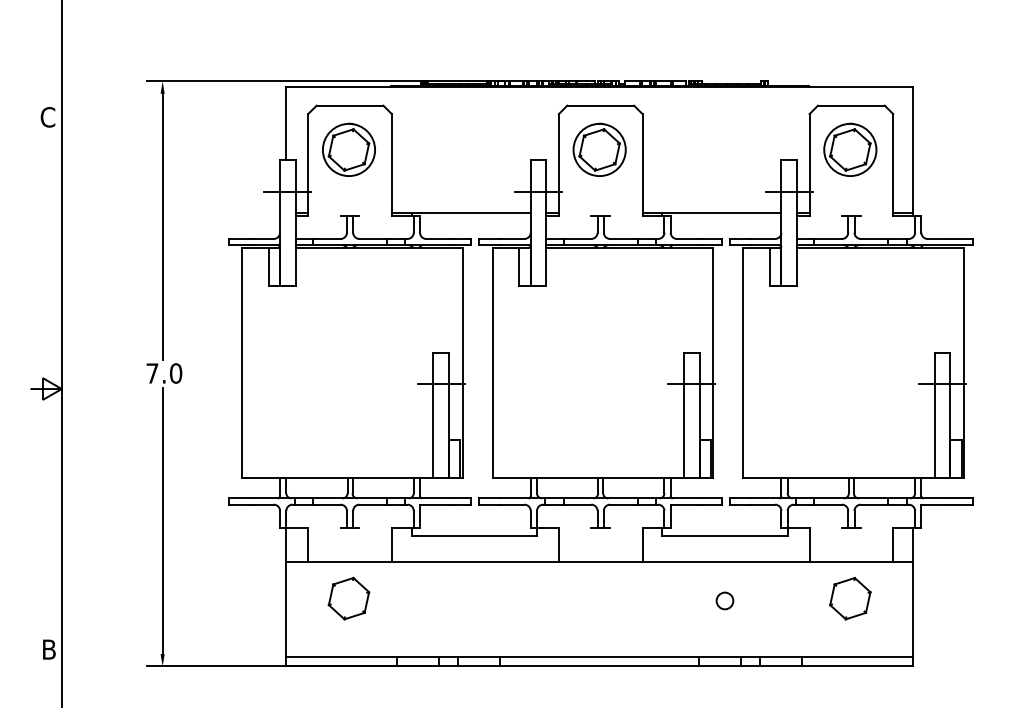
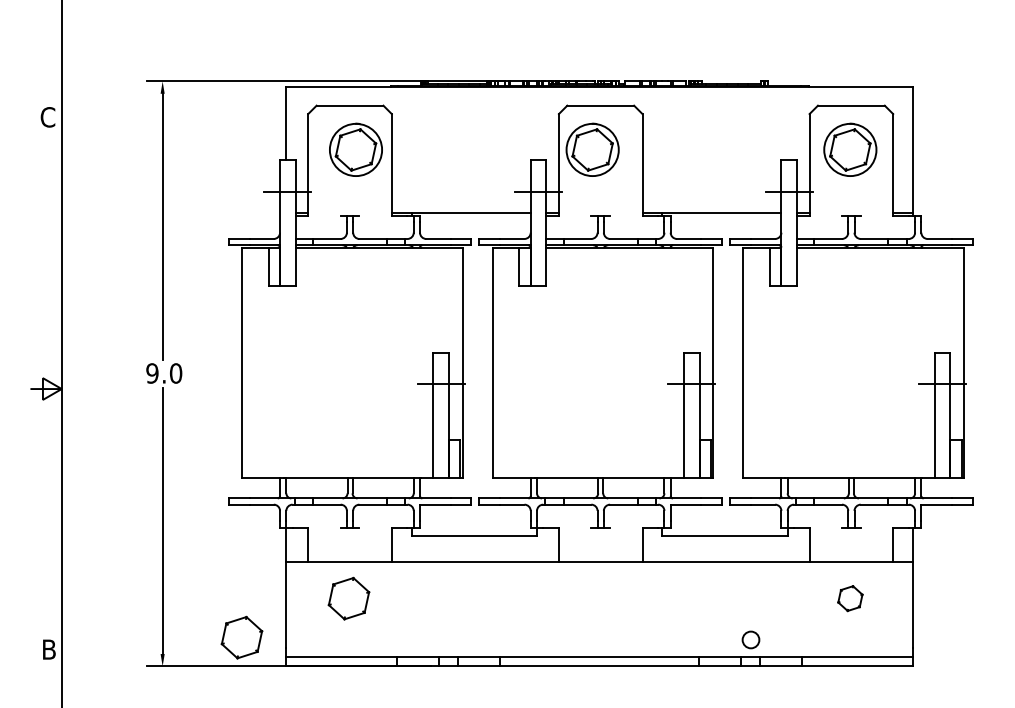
part at (348, 149) position: (348, 149) -> (355, 149)
part at (599, 149) position: (599, 149) -> (592, 149)
text at (152, 373): 7.0 -> 9.0
part at (850, 598) size: 43x45 px -> 27x28 px
circle at (724, 600) position: (724, 600) -> (750, 639)
part at (241, 637): none -> present
